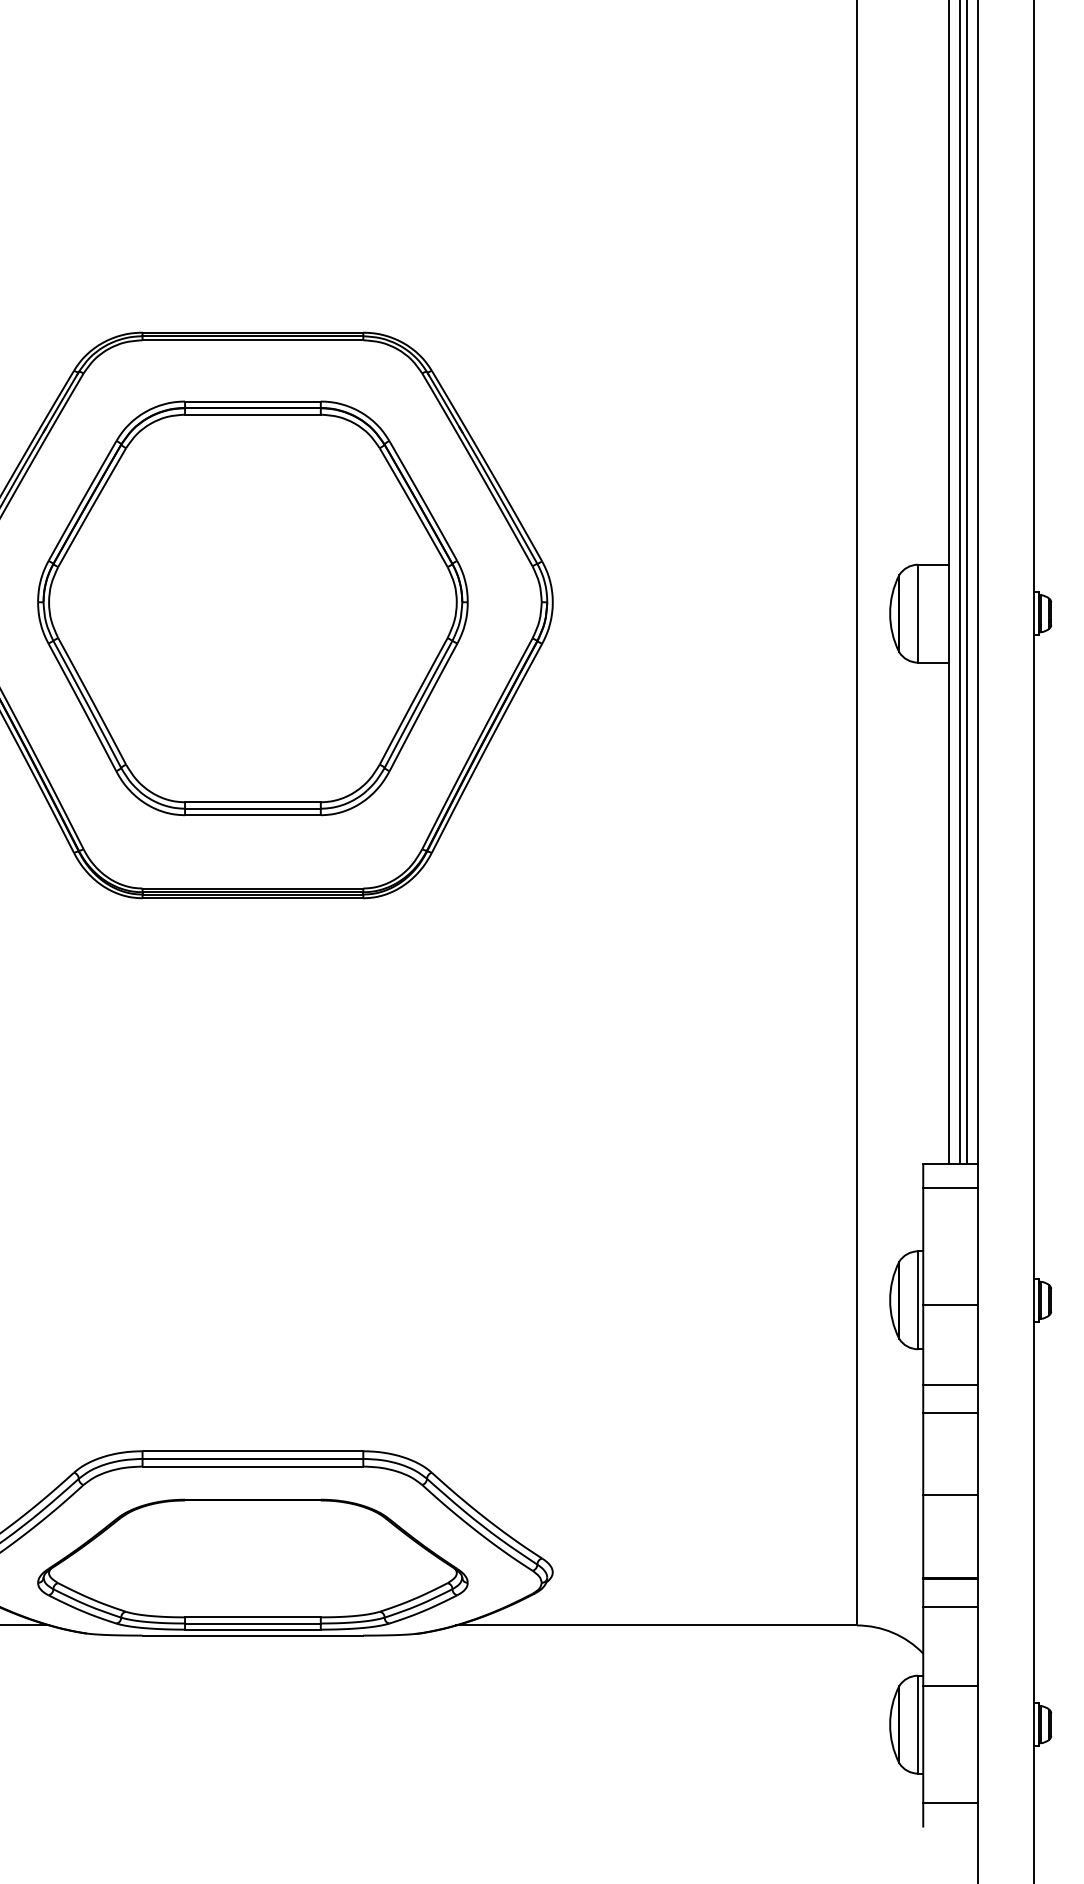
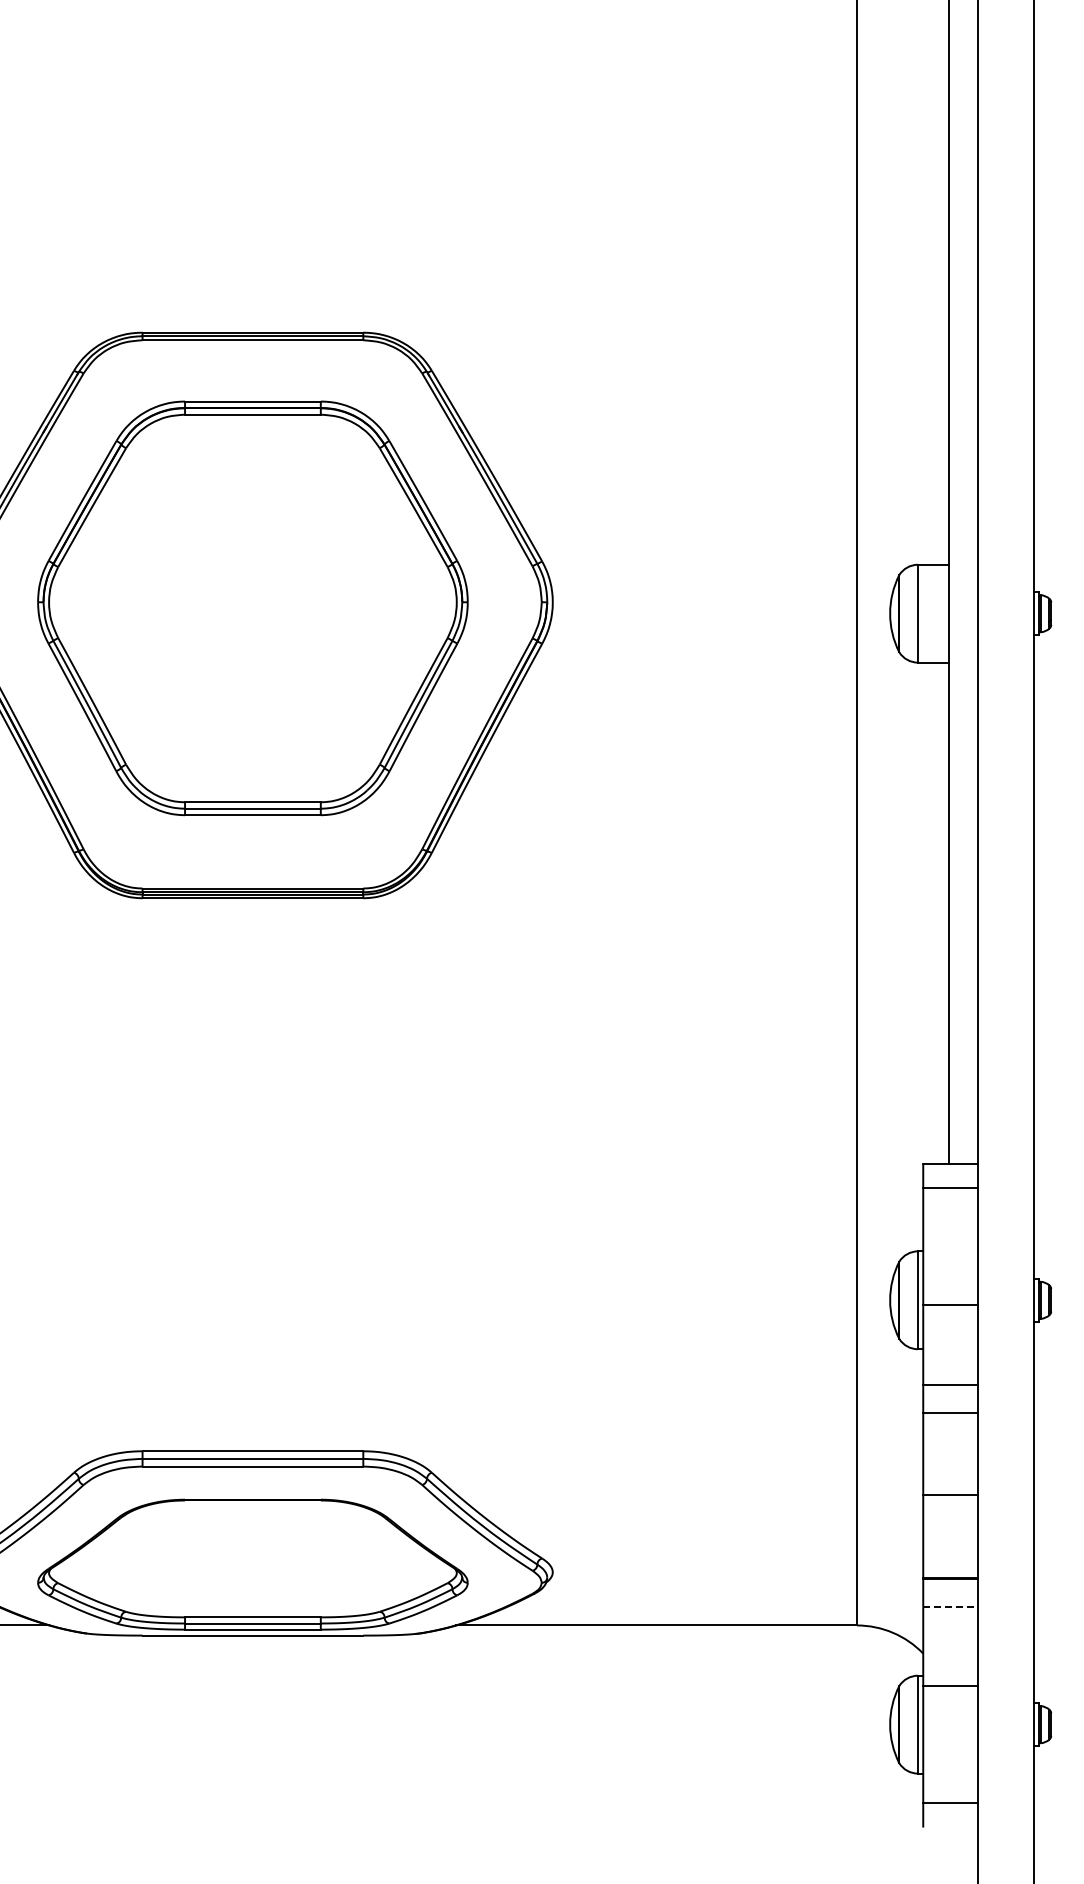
line at (960, 583): present -> none
line at (967, 583): present -> none
line at (950, 1607): solid -> dashed
